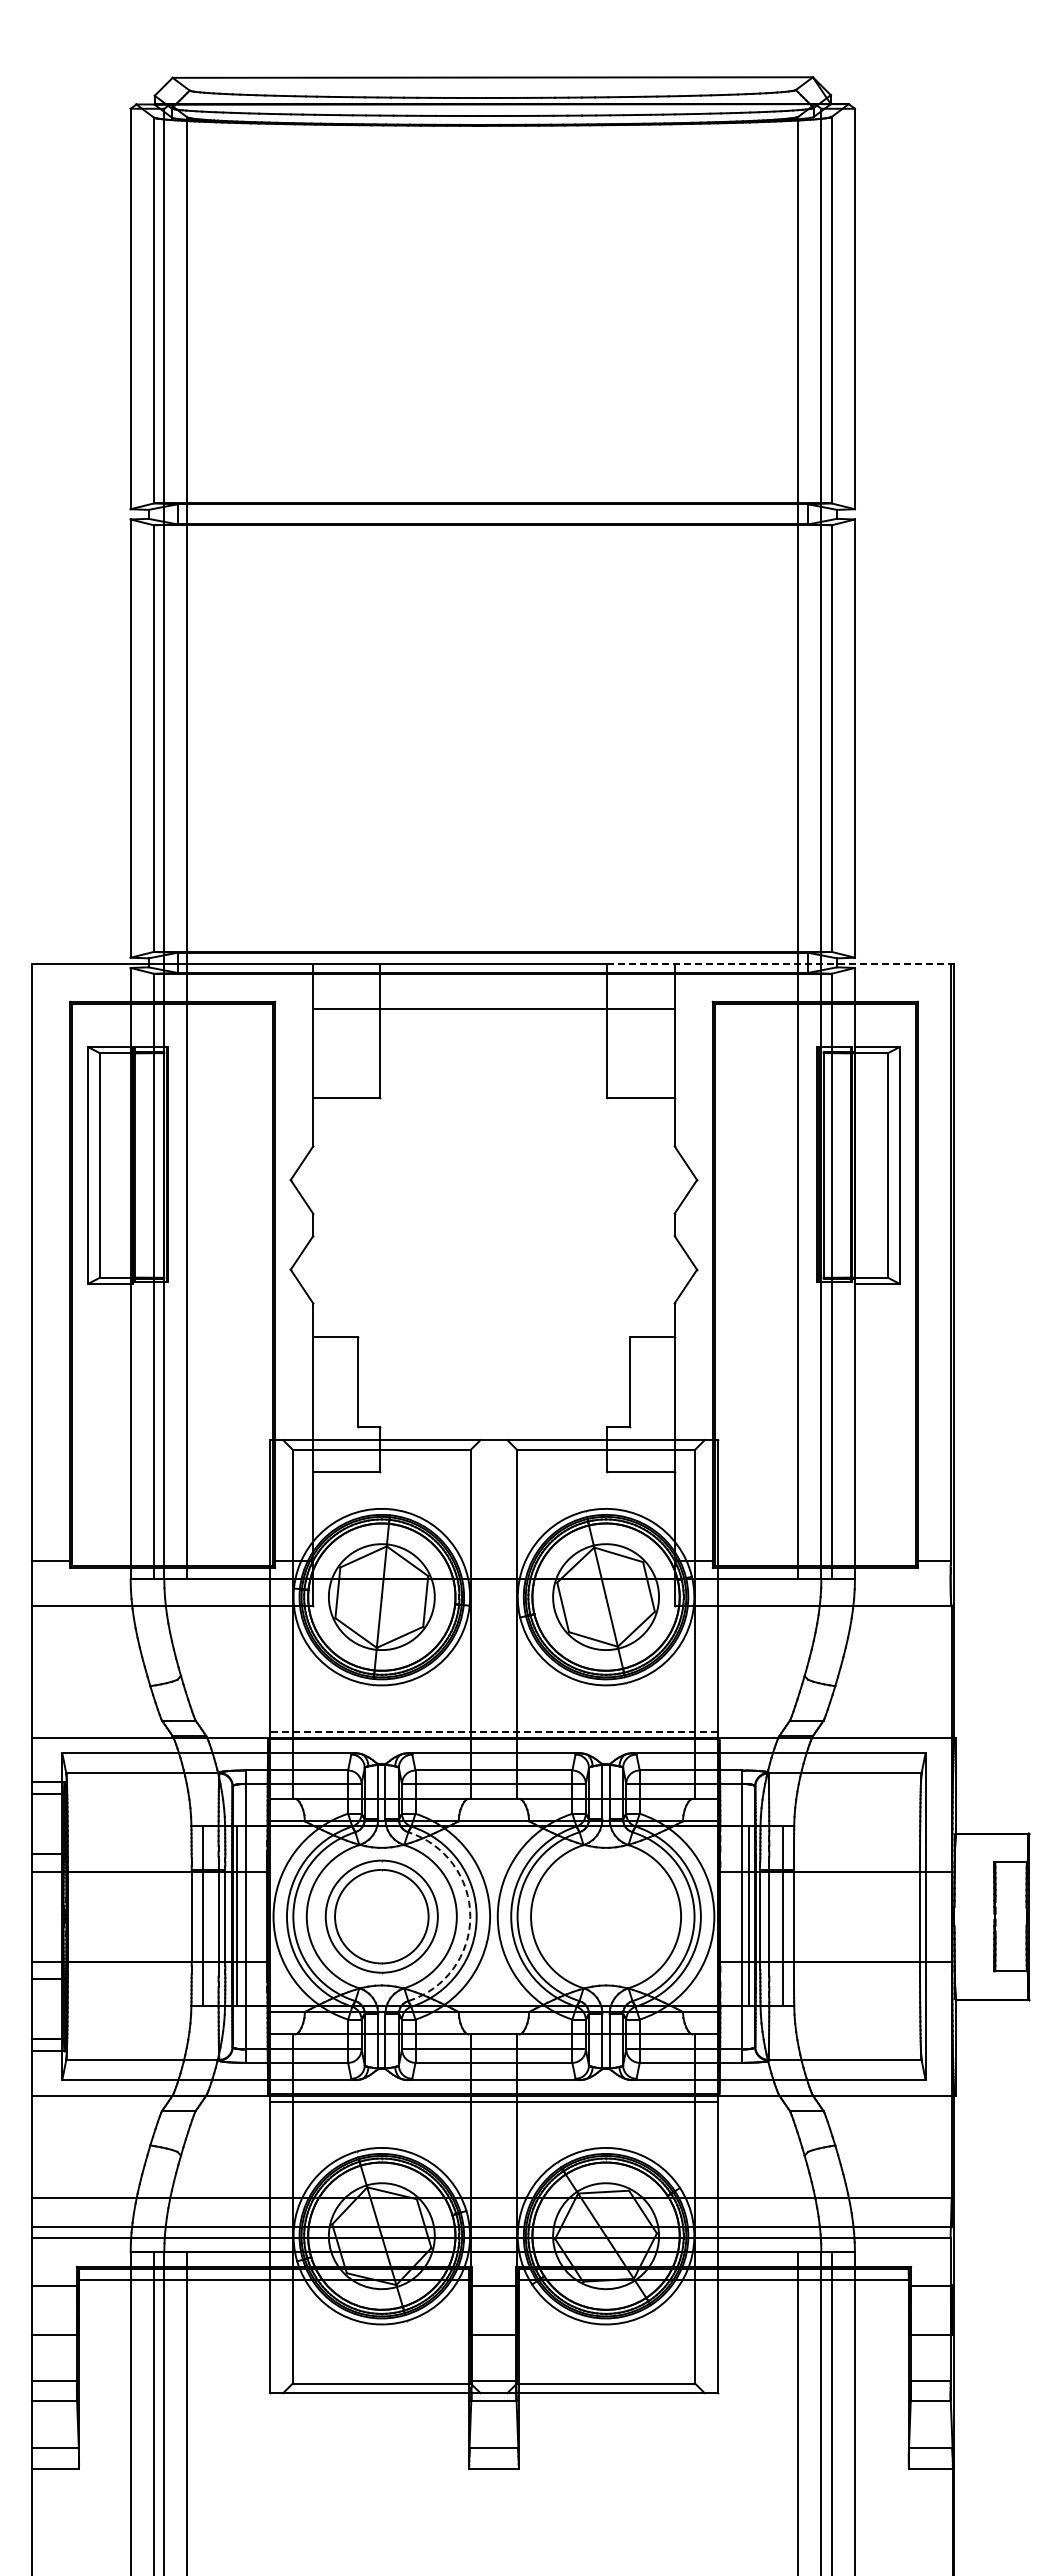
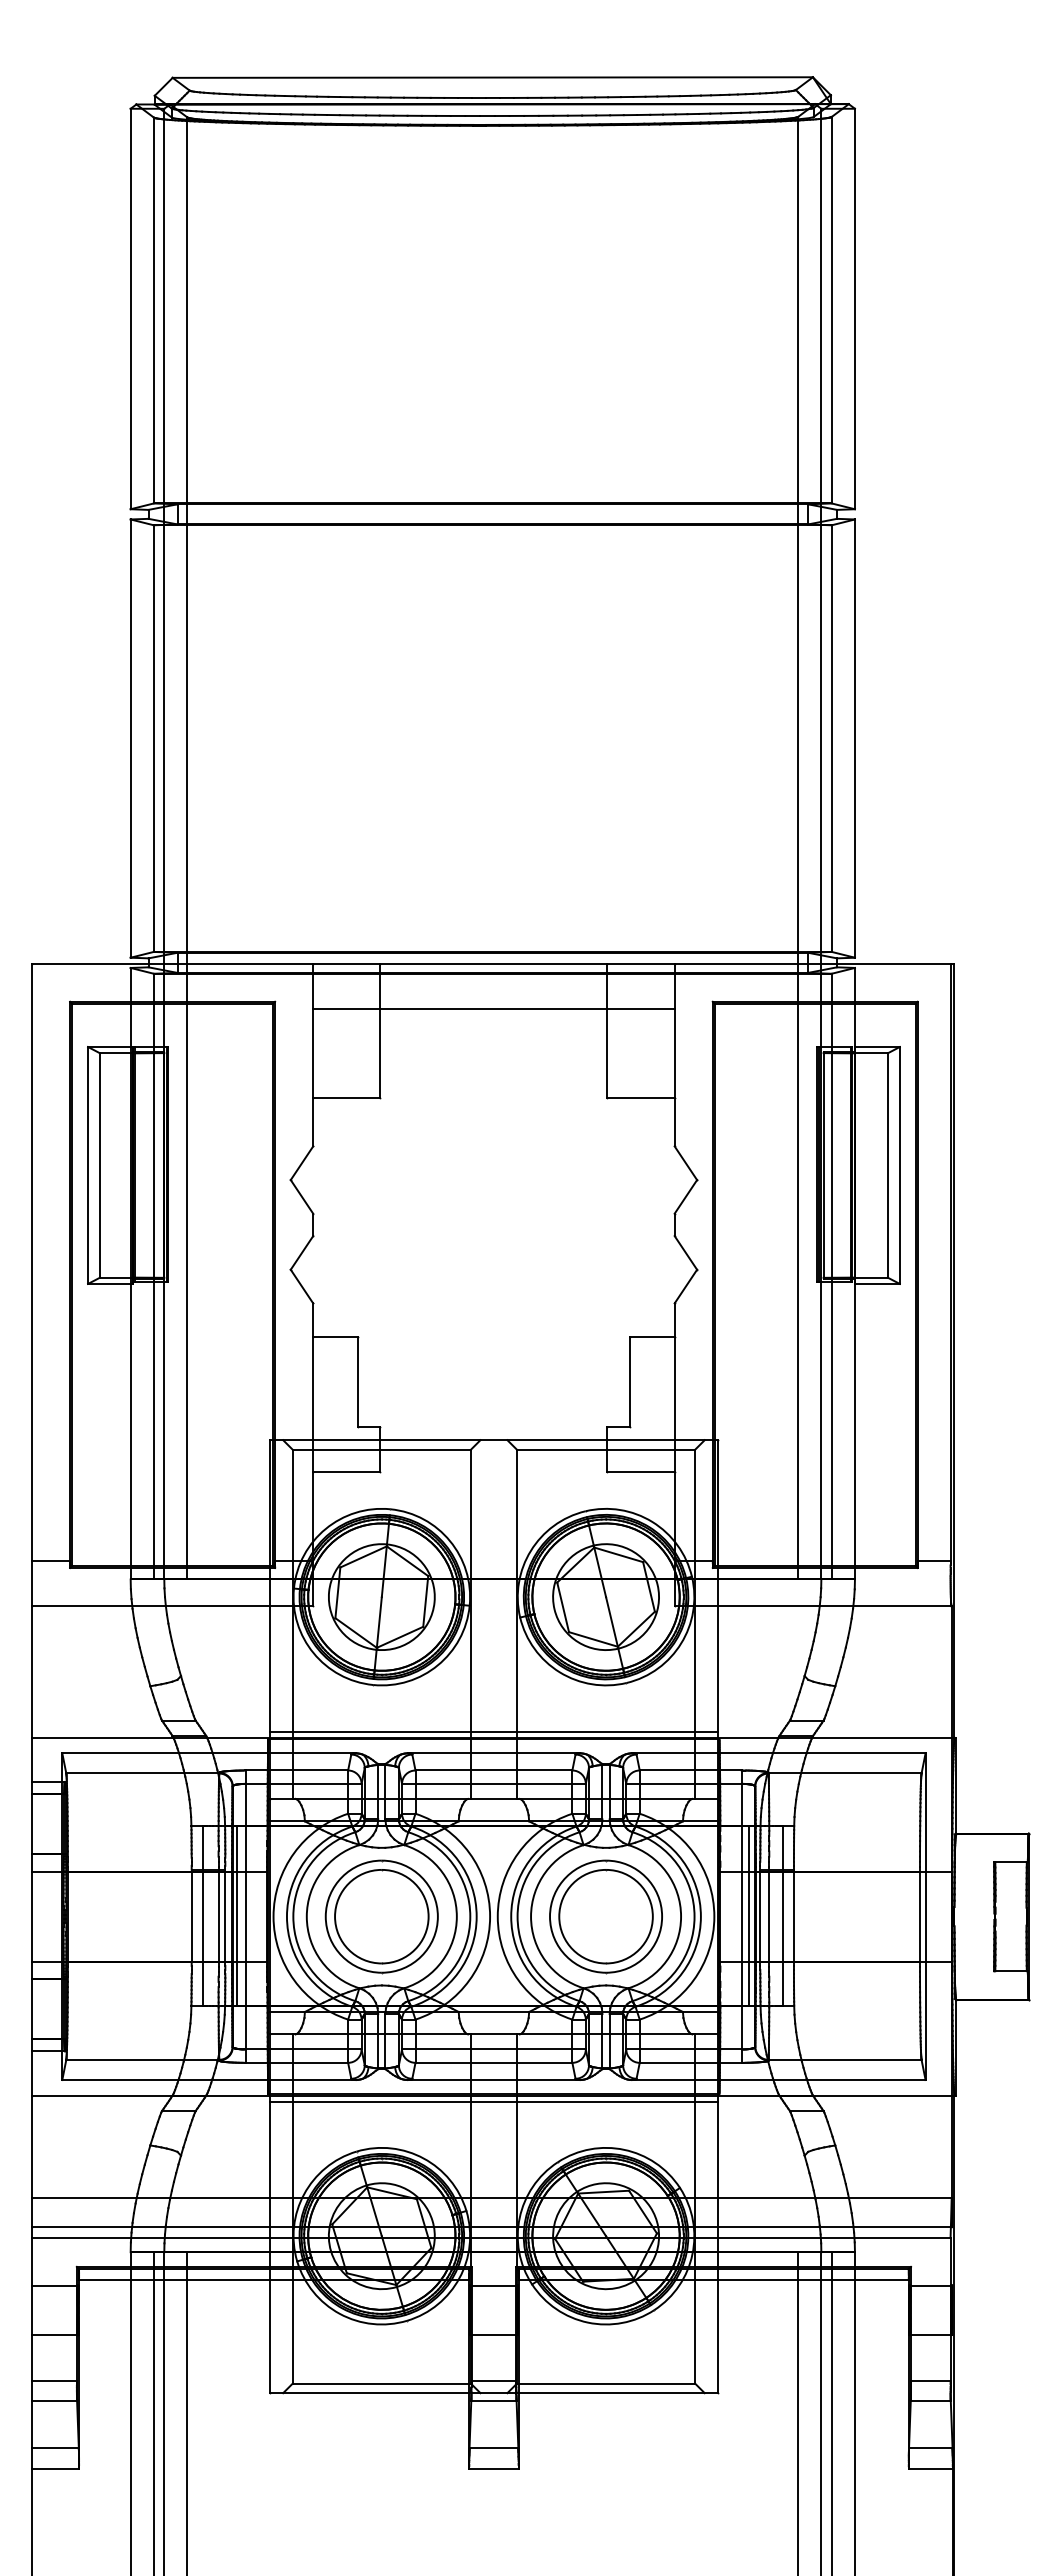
line at (778, 963): dashed -> solid
line at (493, 1731): dashed -> solid
arc at (470, 1916): dashed -> solid
part at (605, 1916): none -> present
